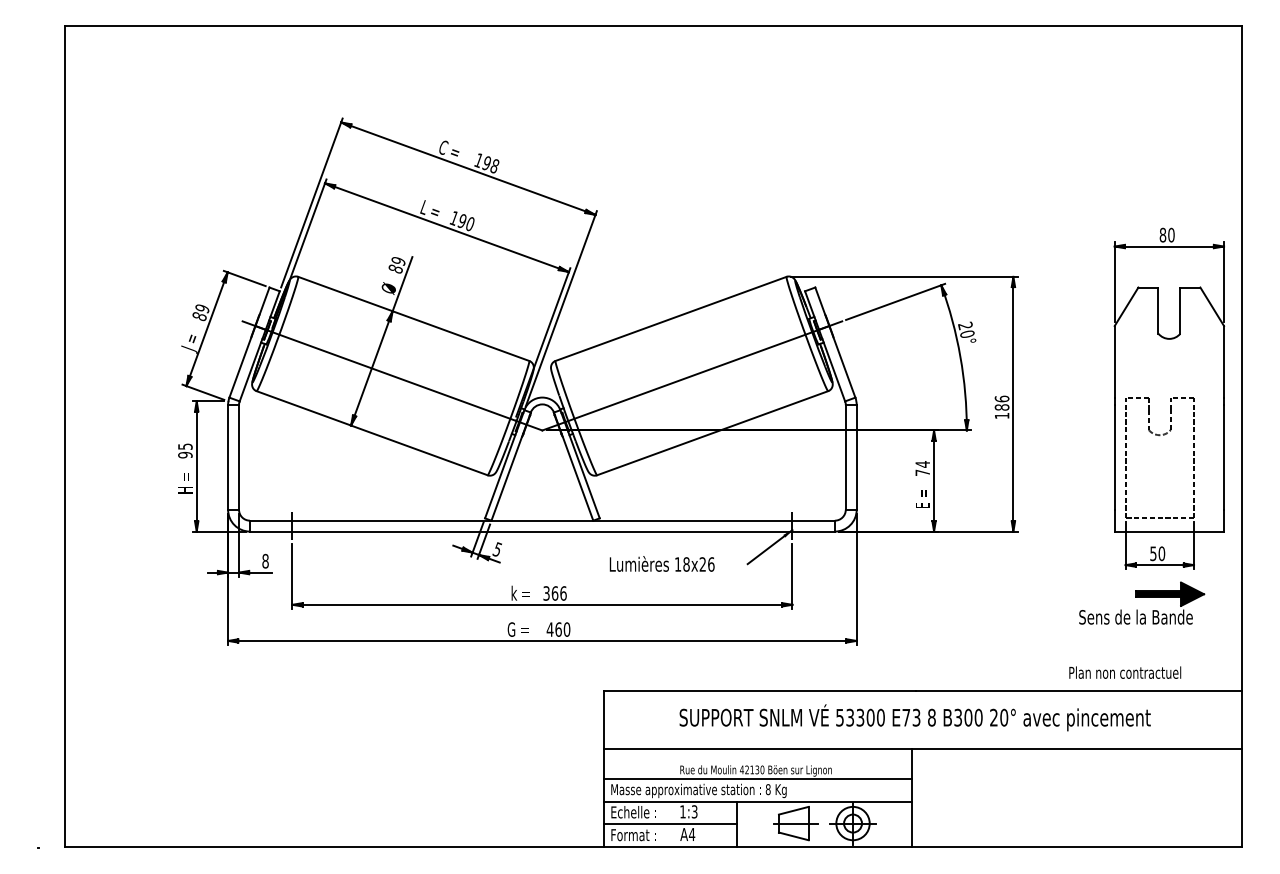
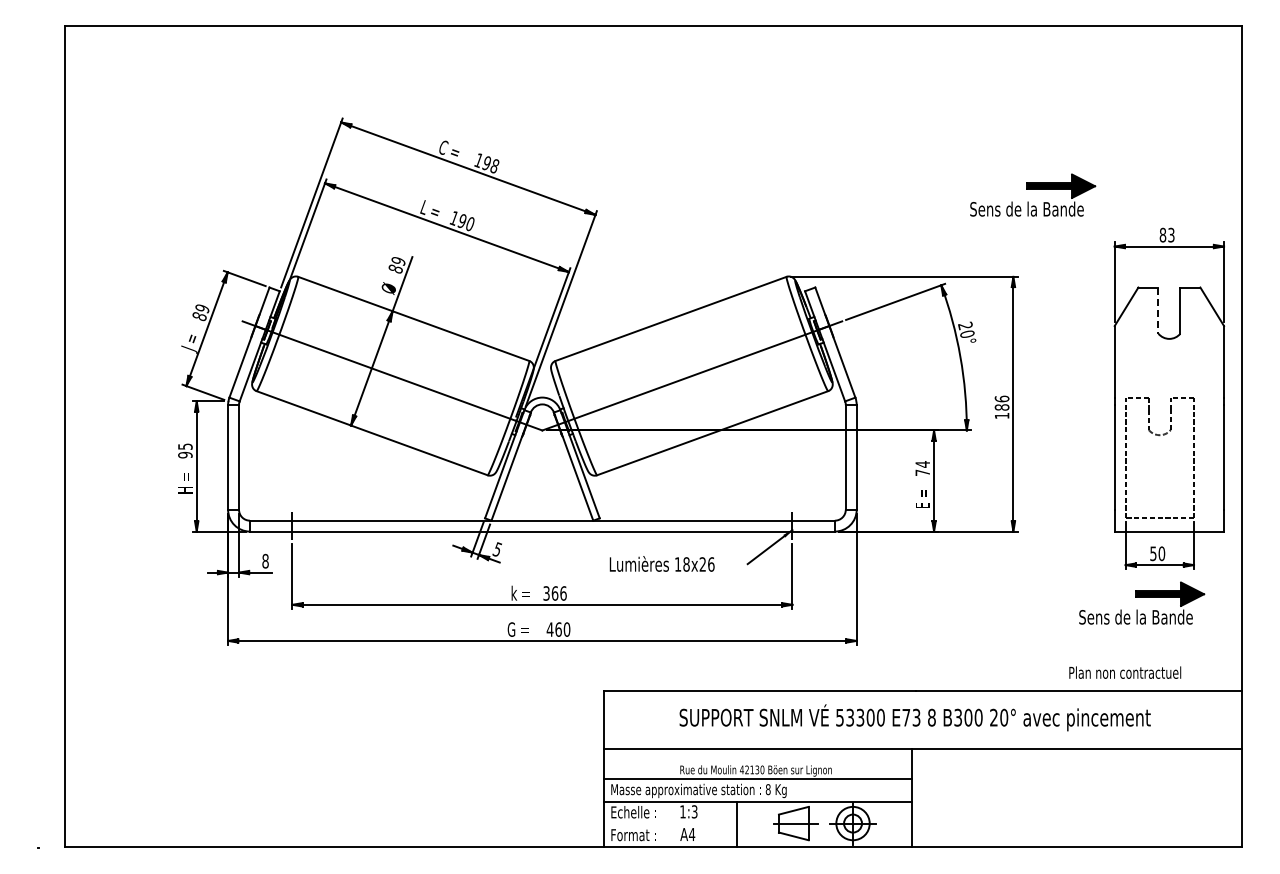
part at (1033, 194): none -> present
text at (1171, 234): 80 -> 83
line at (1158, 311): solid -> dashed
line at (670, 824): present -> none
